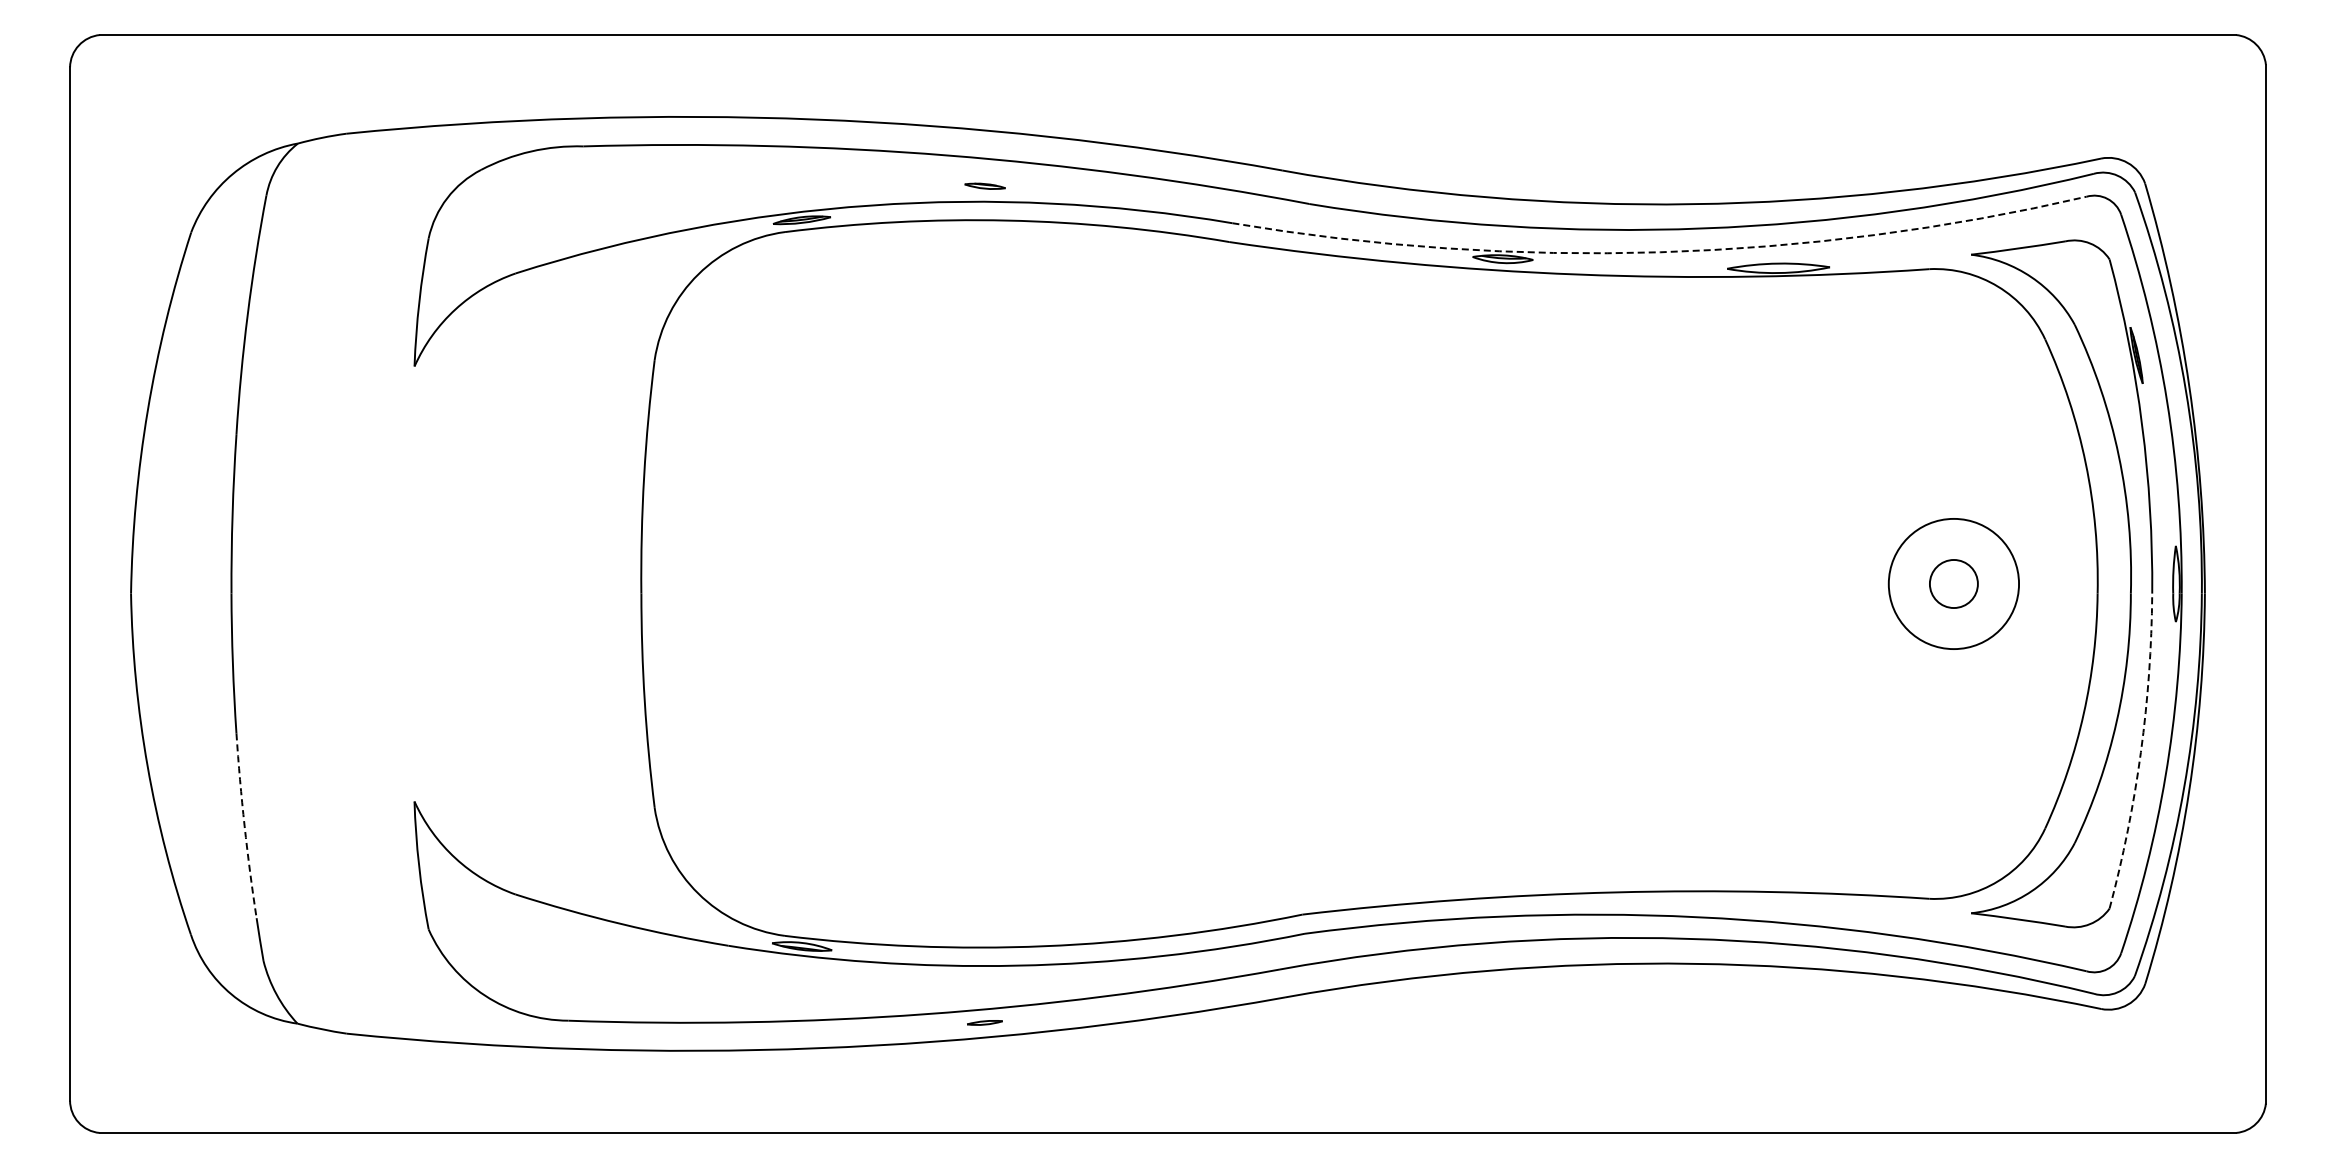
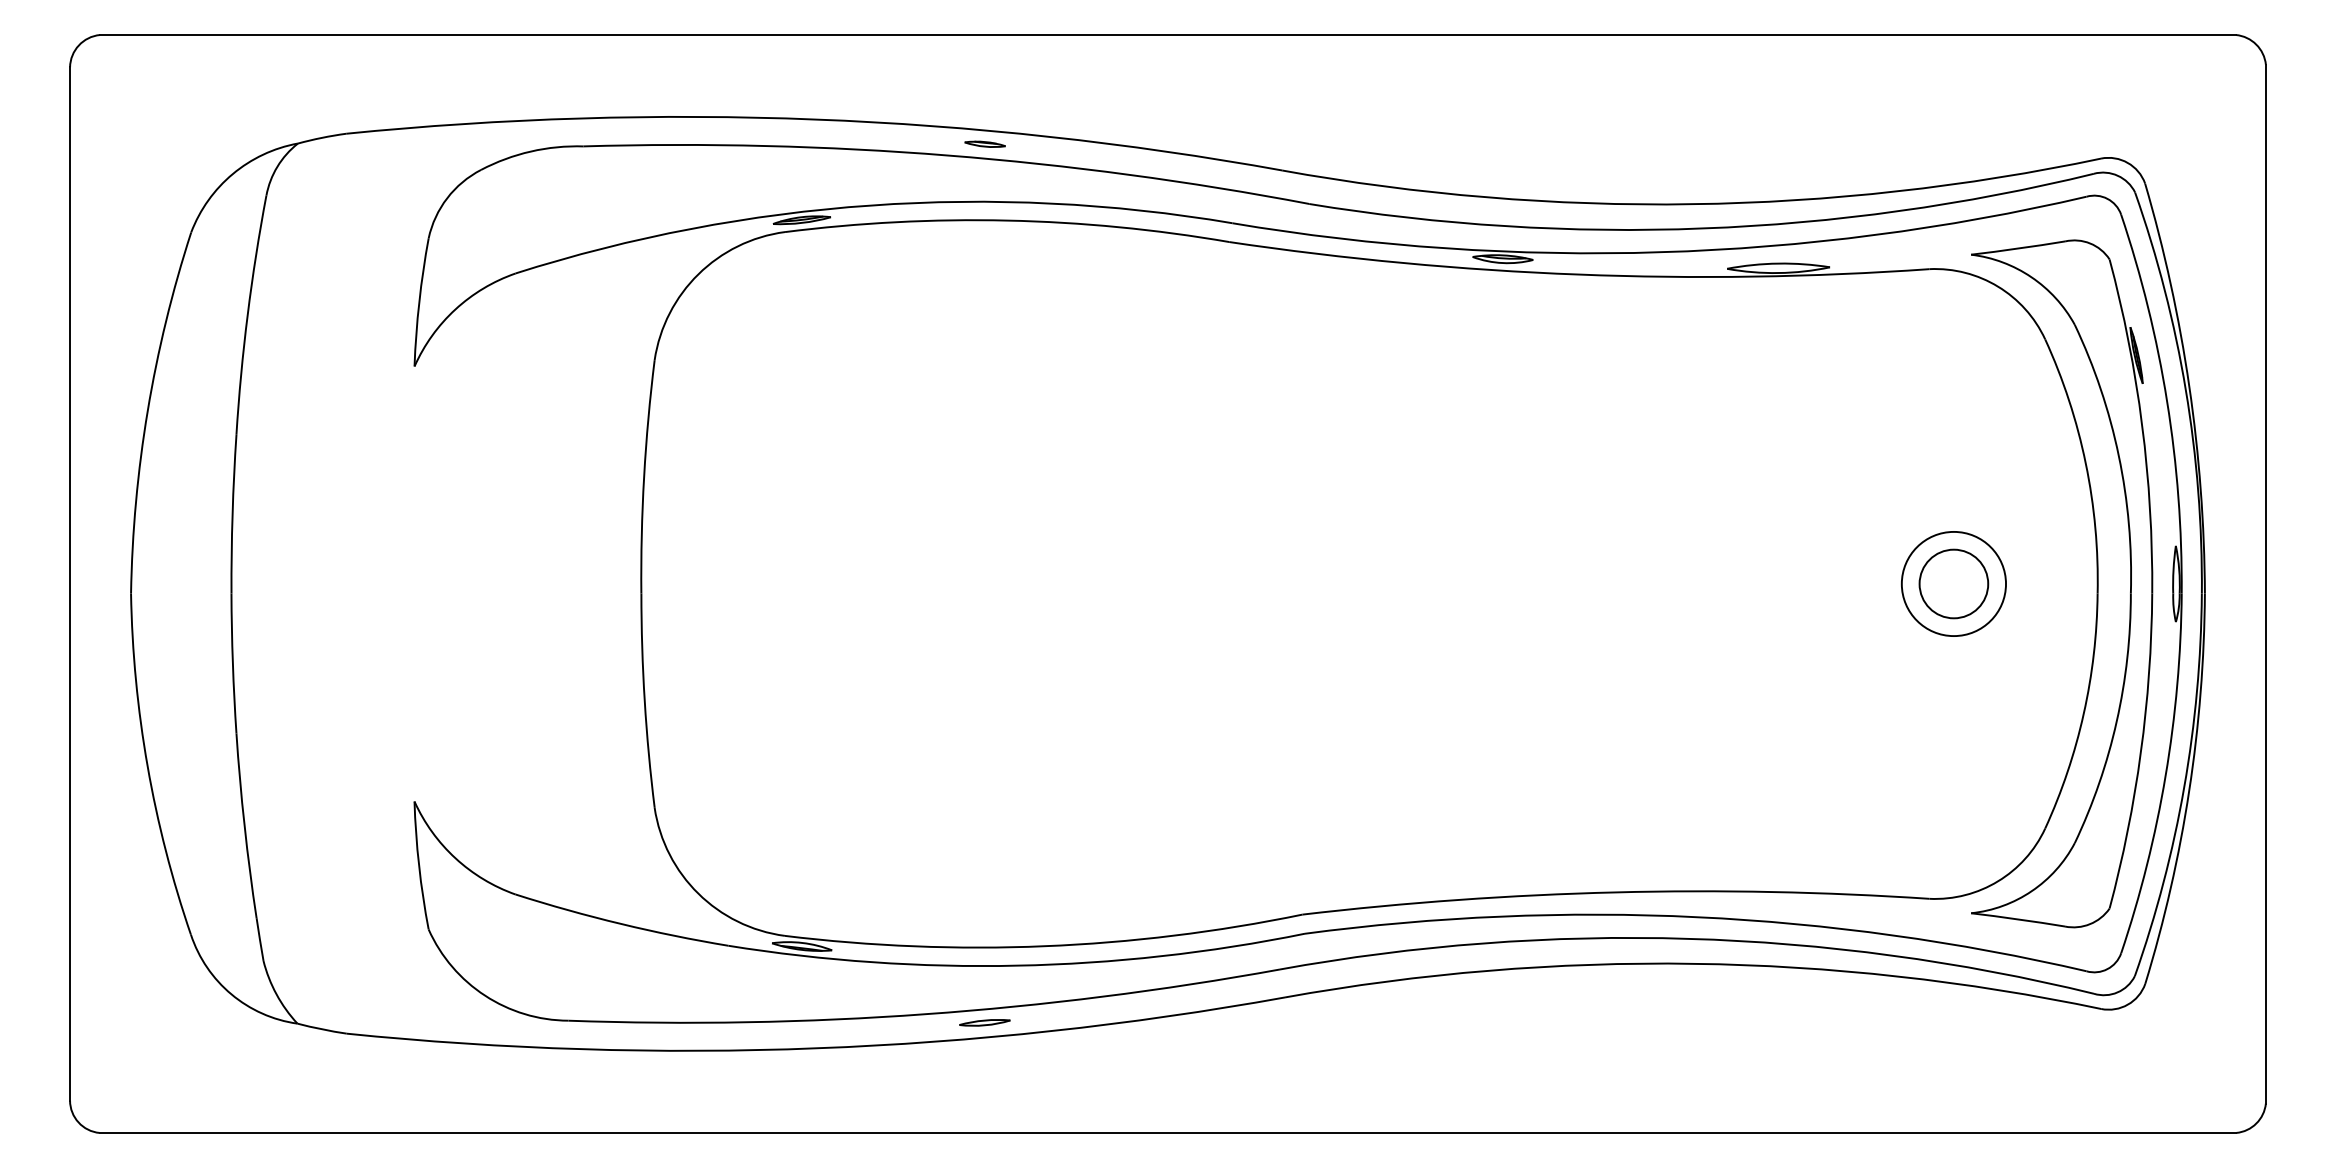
part at (984, 185) position: (984, 185) -> (984, 143)
arc at (1660, 252): dashed -> solid
circle at (1953, 583) diameter: 130 px -> 104 px
circle at (1953, 584) diameter: 48 px -> 69 px
arc at (2140, 752): dashed -> solid
arc at (244, 826): dashed -> solid
part at (984, 1022) size: 36x6 px -> 52x8 px
